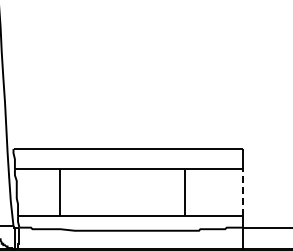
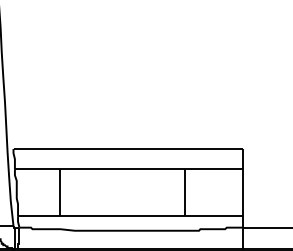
line at (242, 192): dashed -> solid
